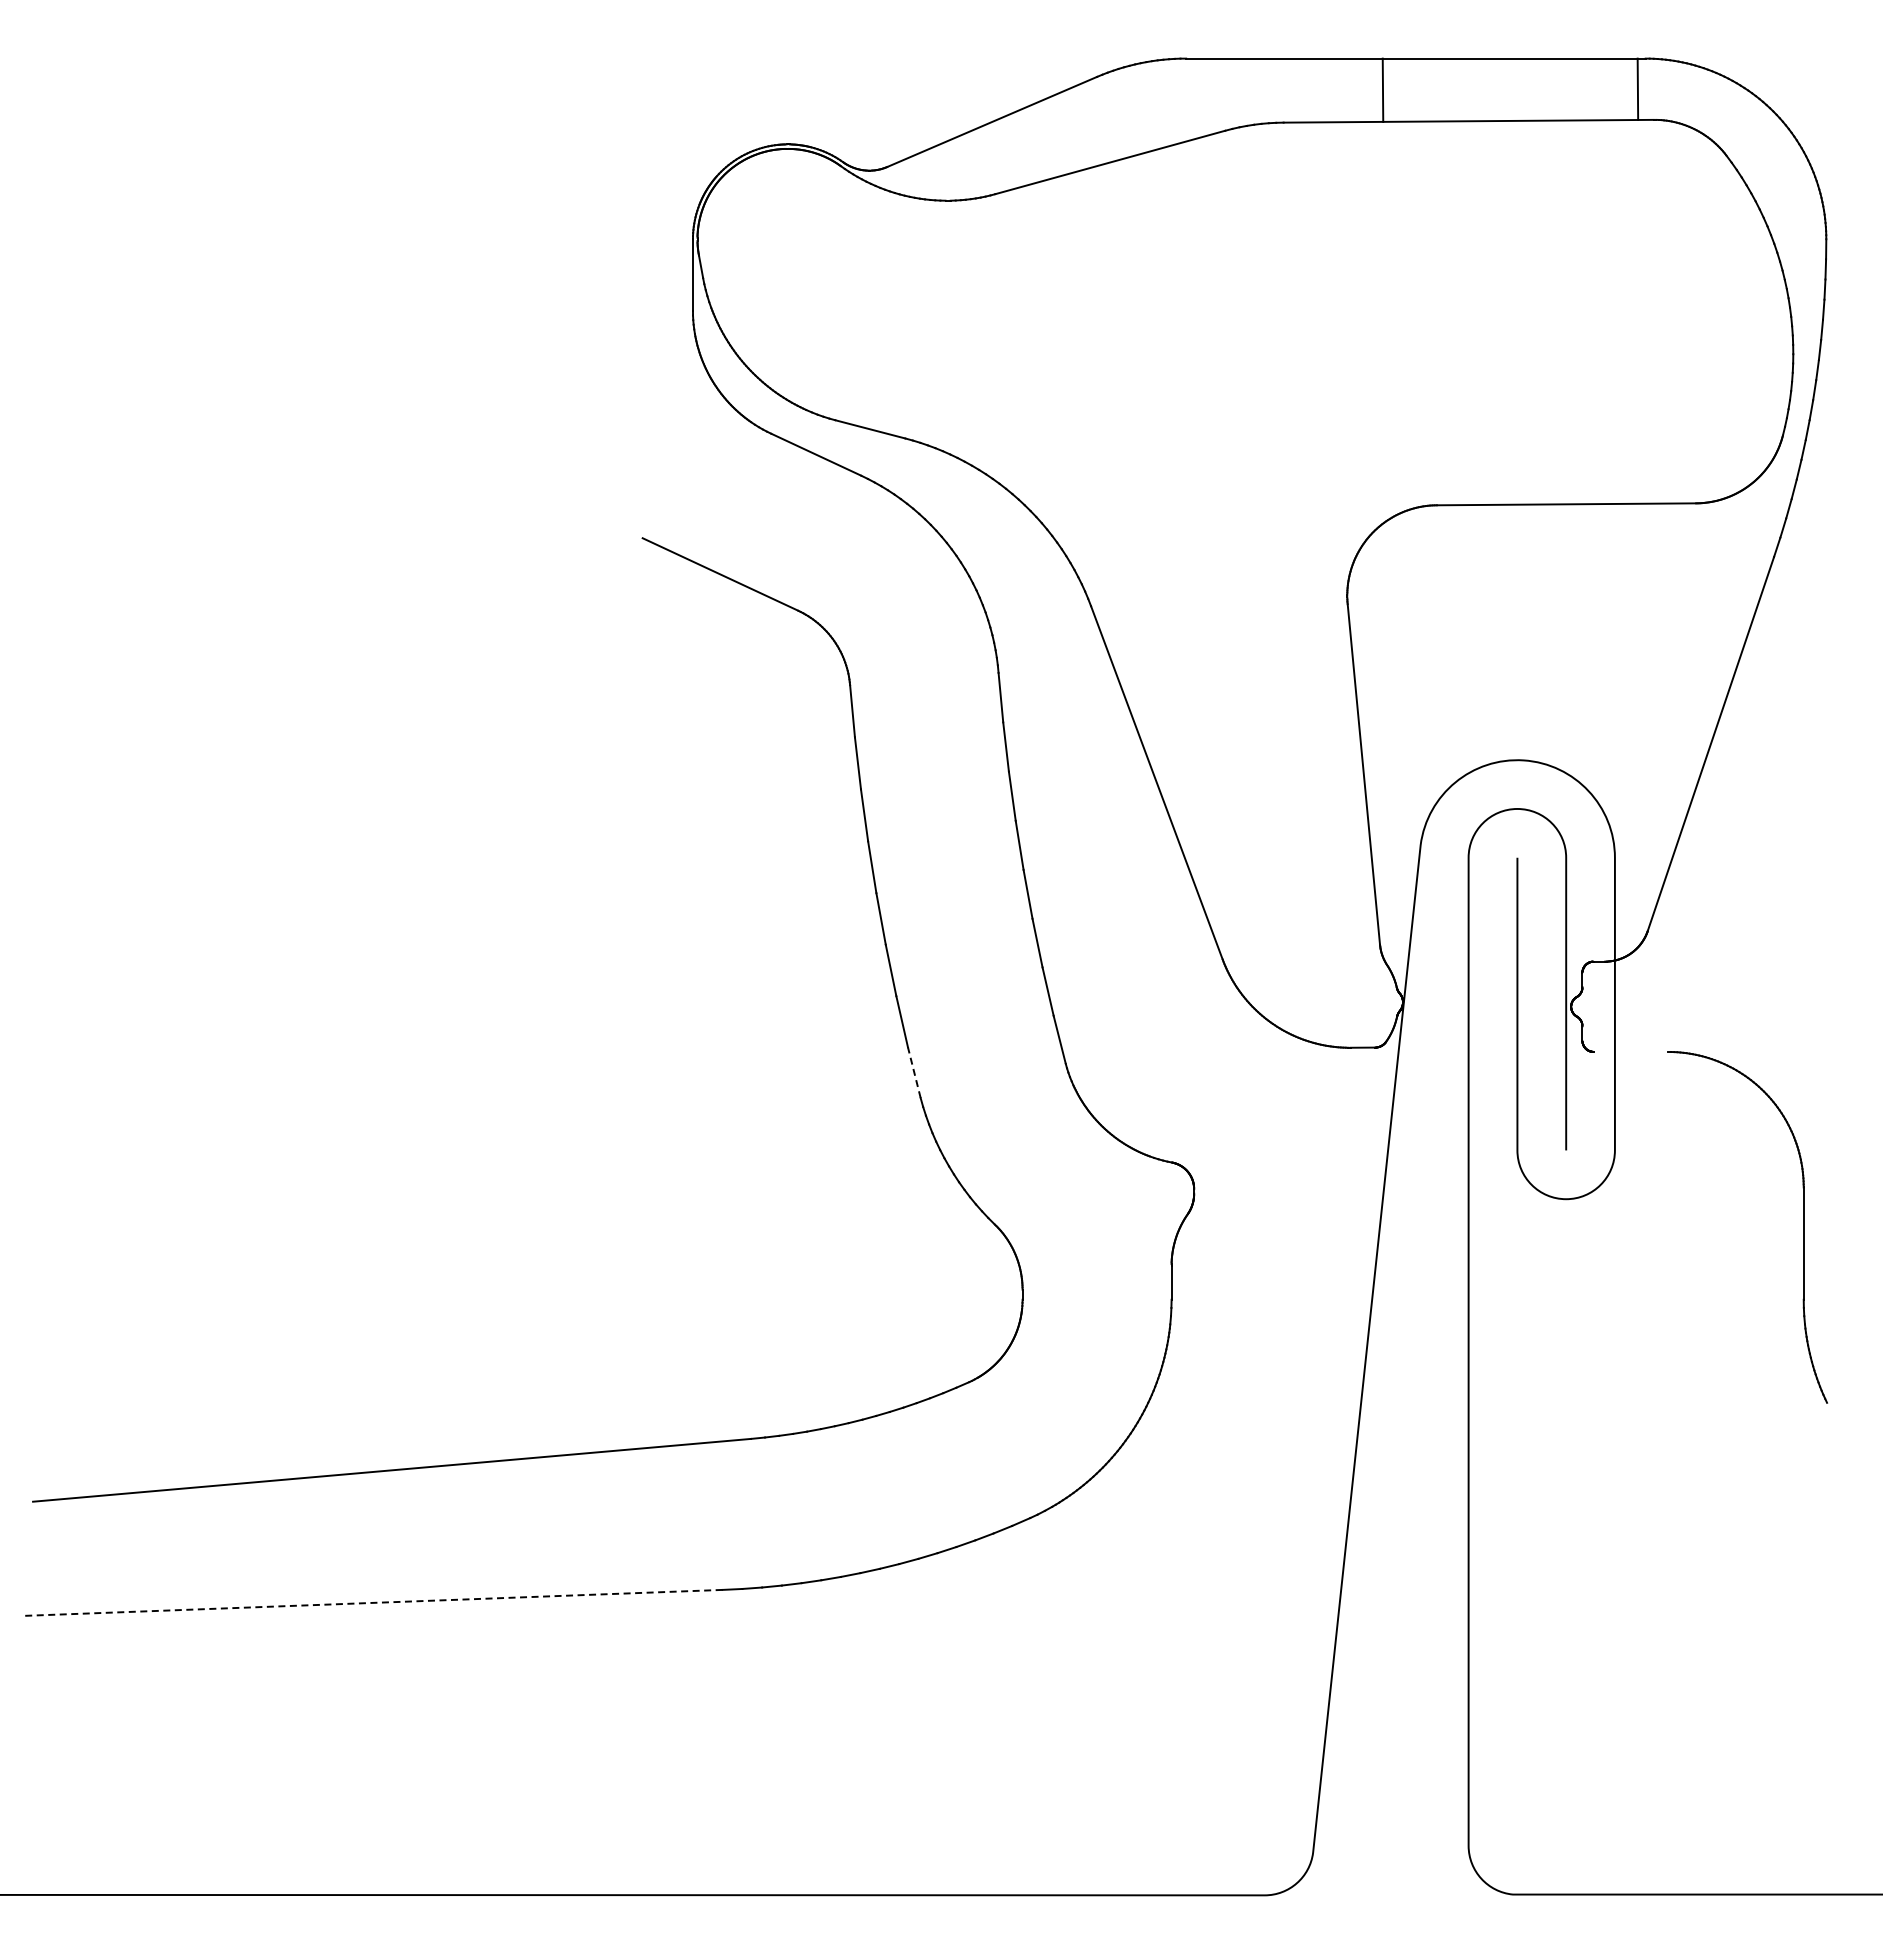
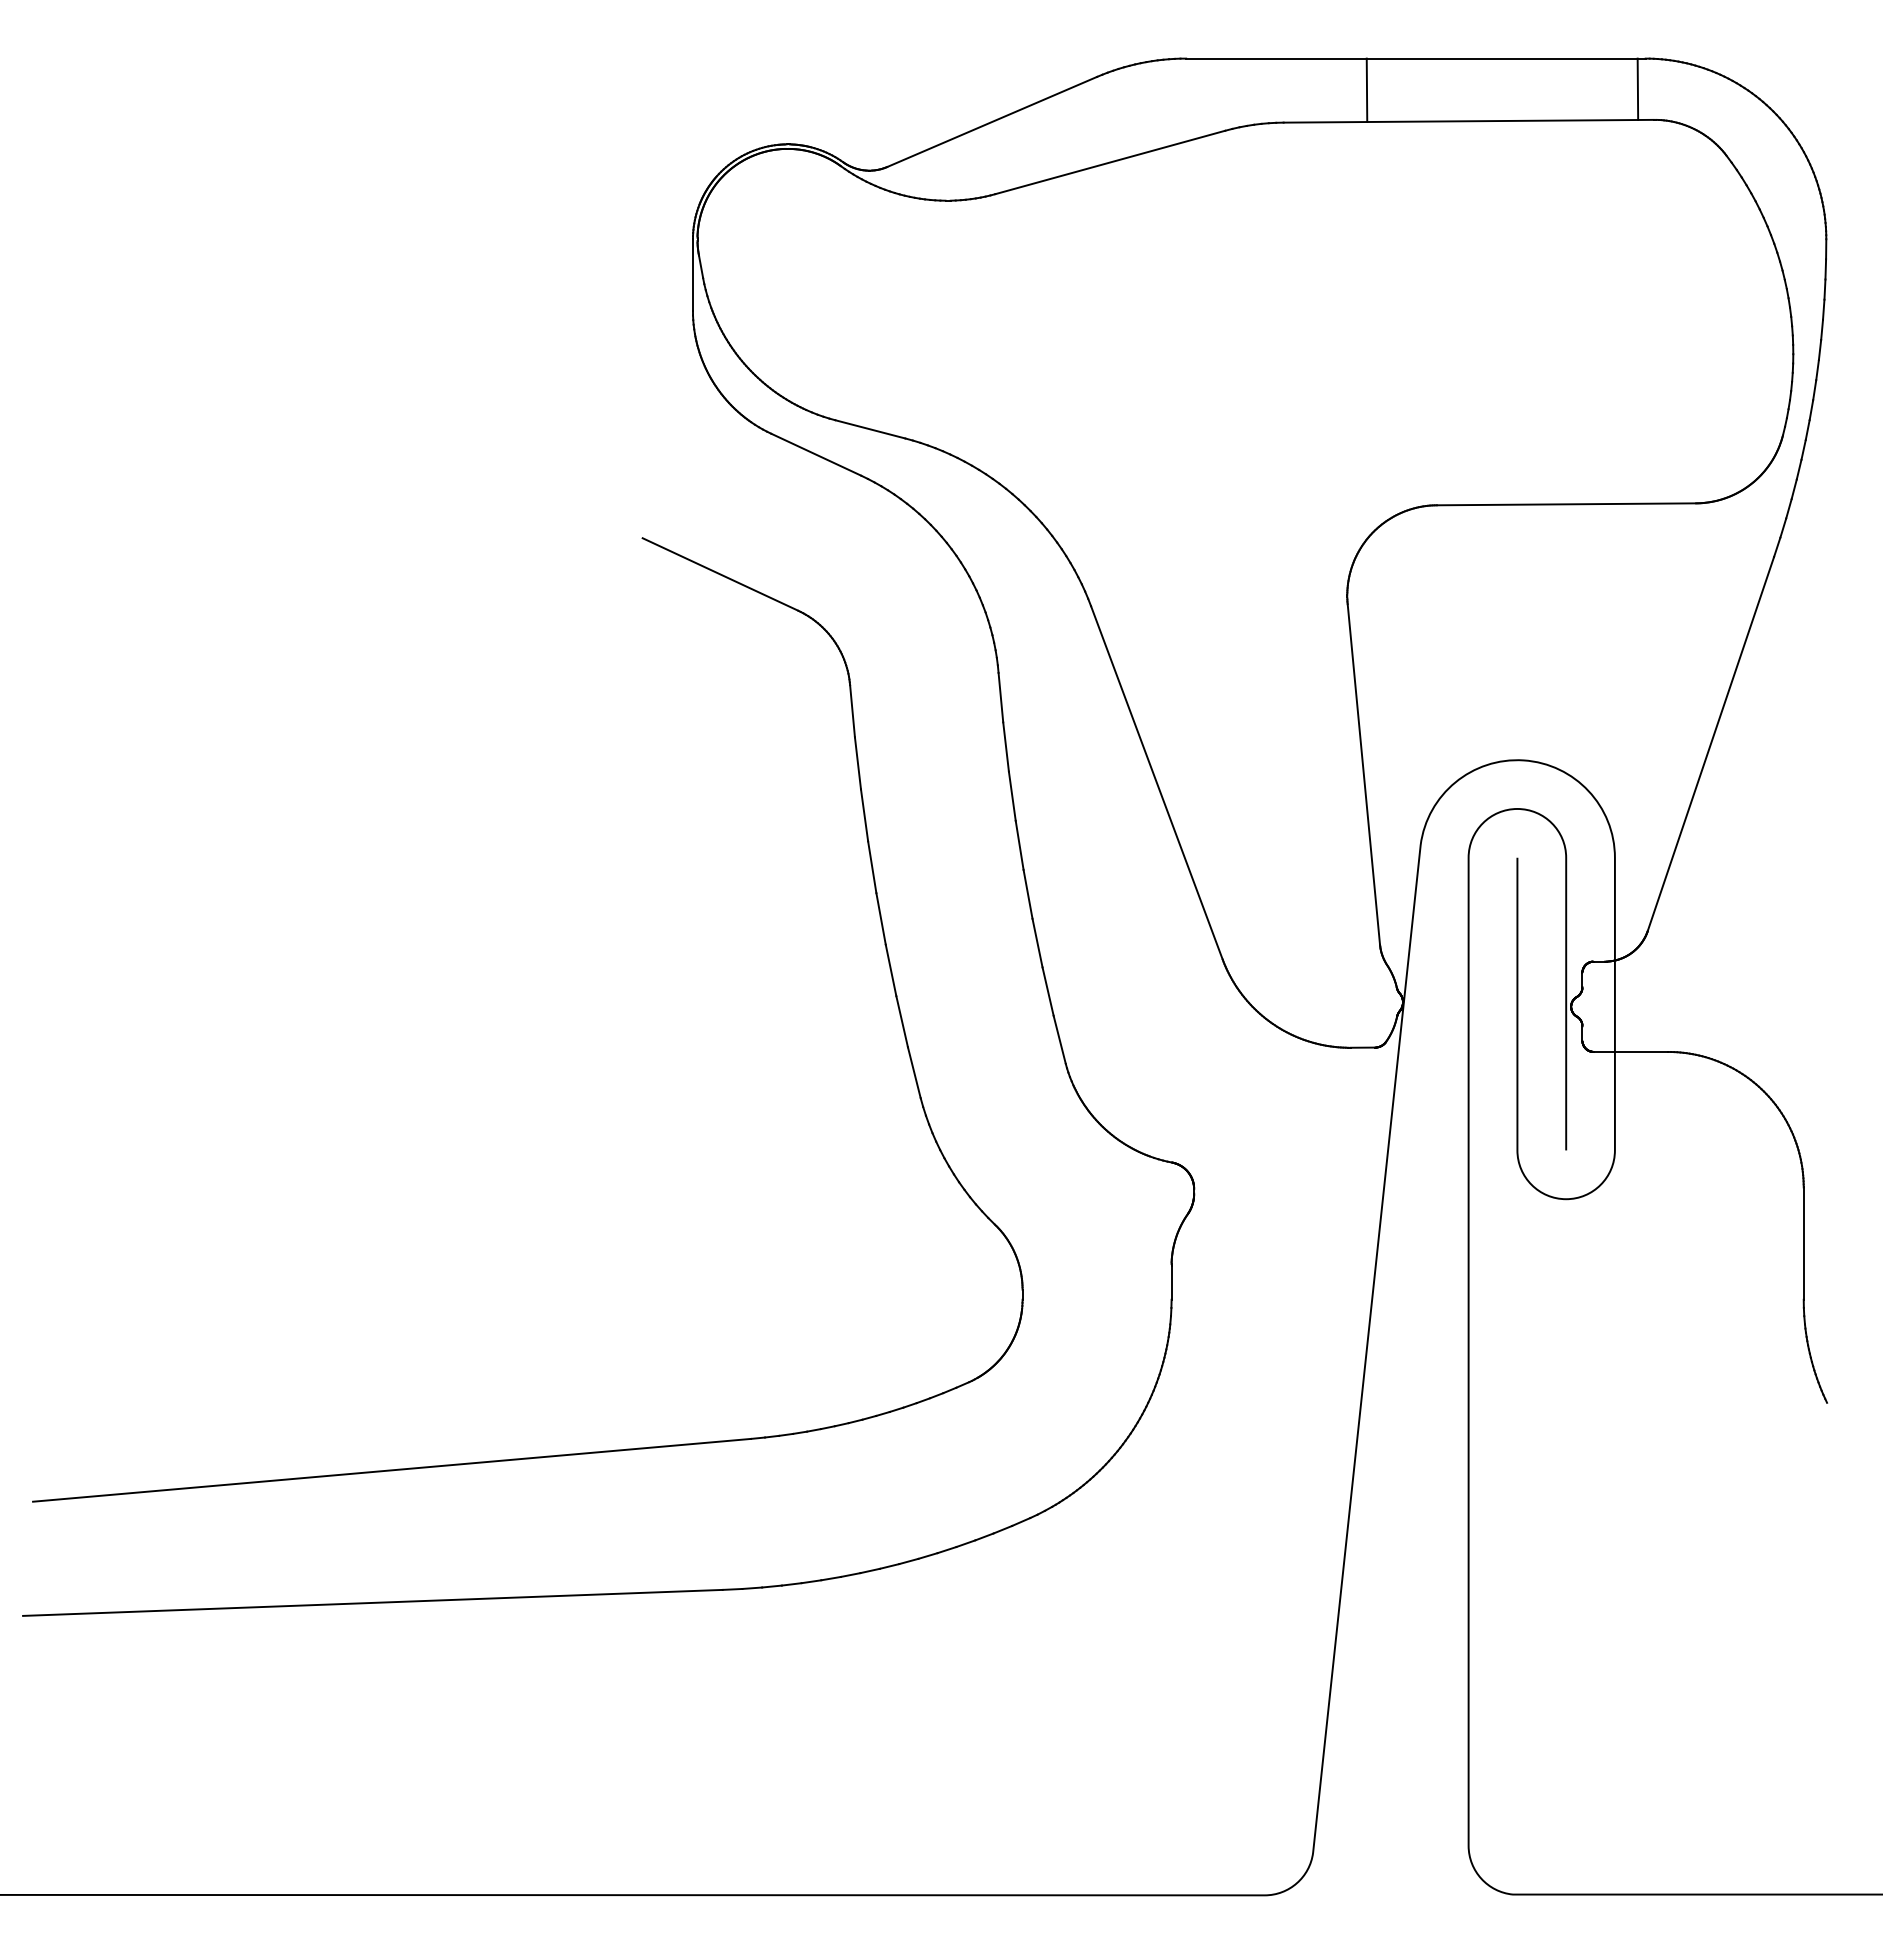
line at (1382, 90) position: (1382, 90) -> (1366, 90)
line at (1630, 1051): none -> present
line at (914, 1072): dashed -> solid
line at (372, 1602): dashed -> solid
